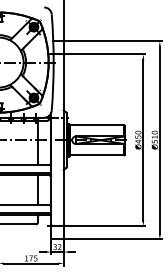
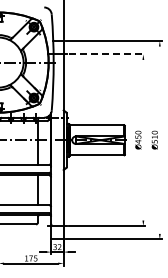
line at (107, 54): solid -> dashed
line at (143, 139): present -> none
line at (159, 139): present -> none
